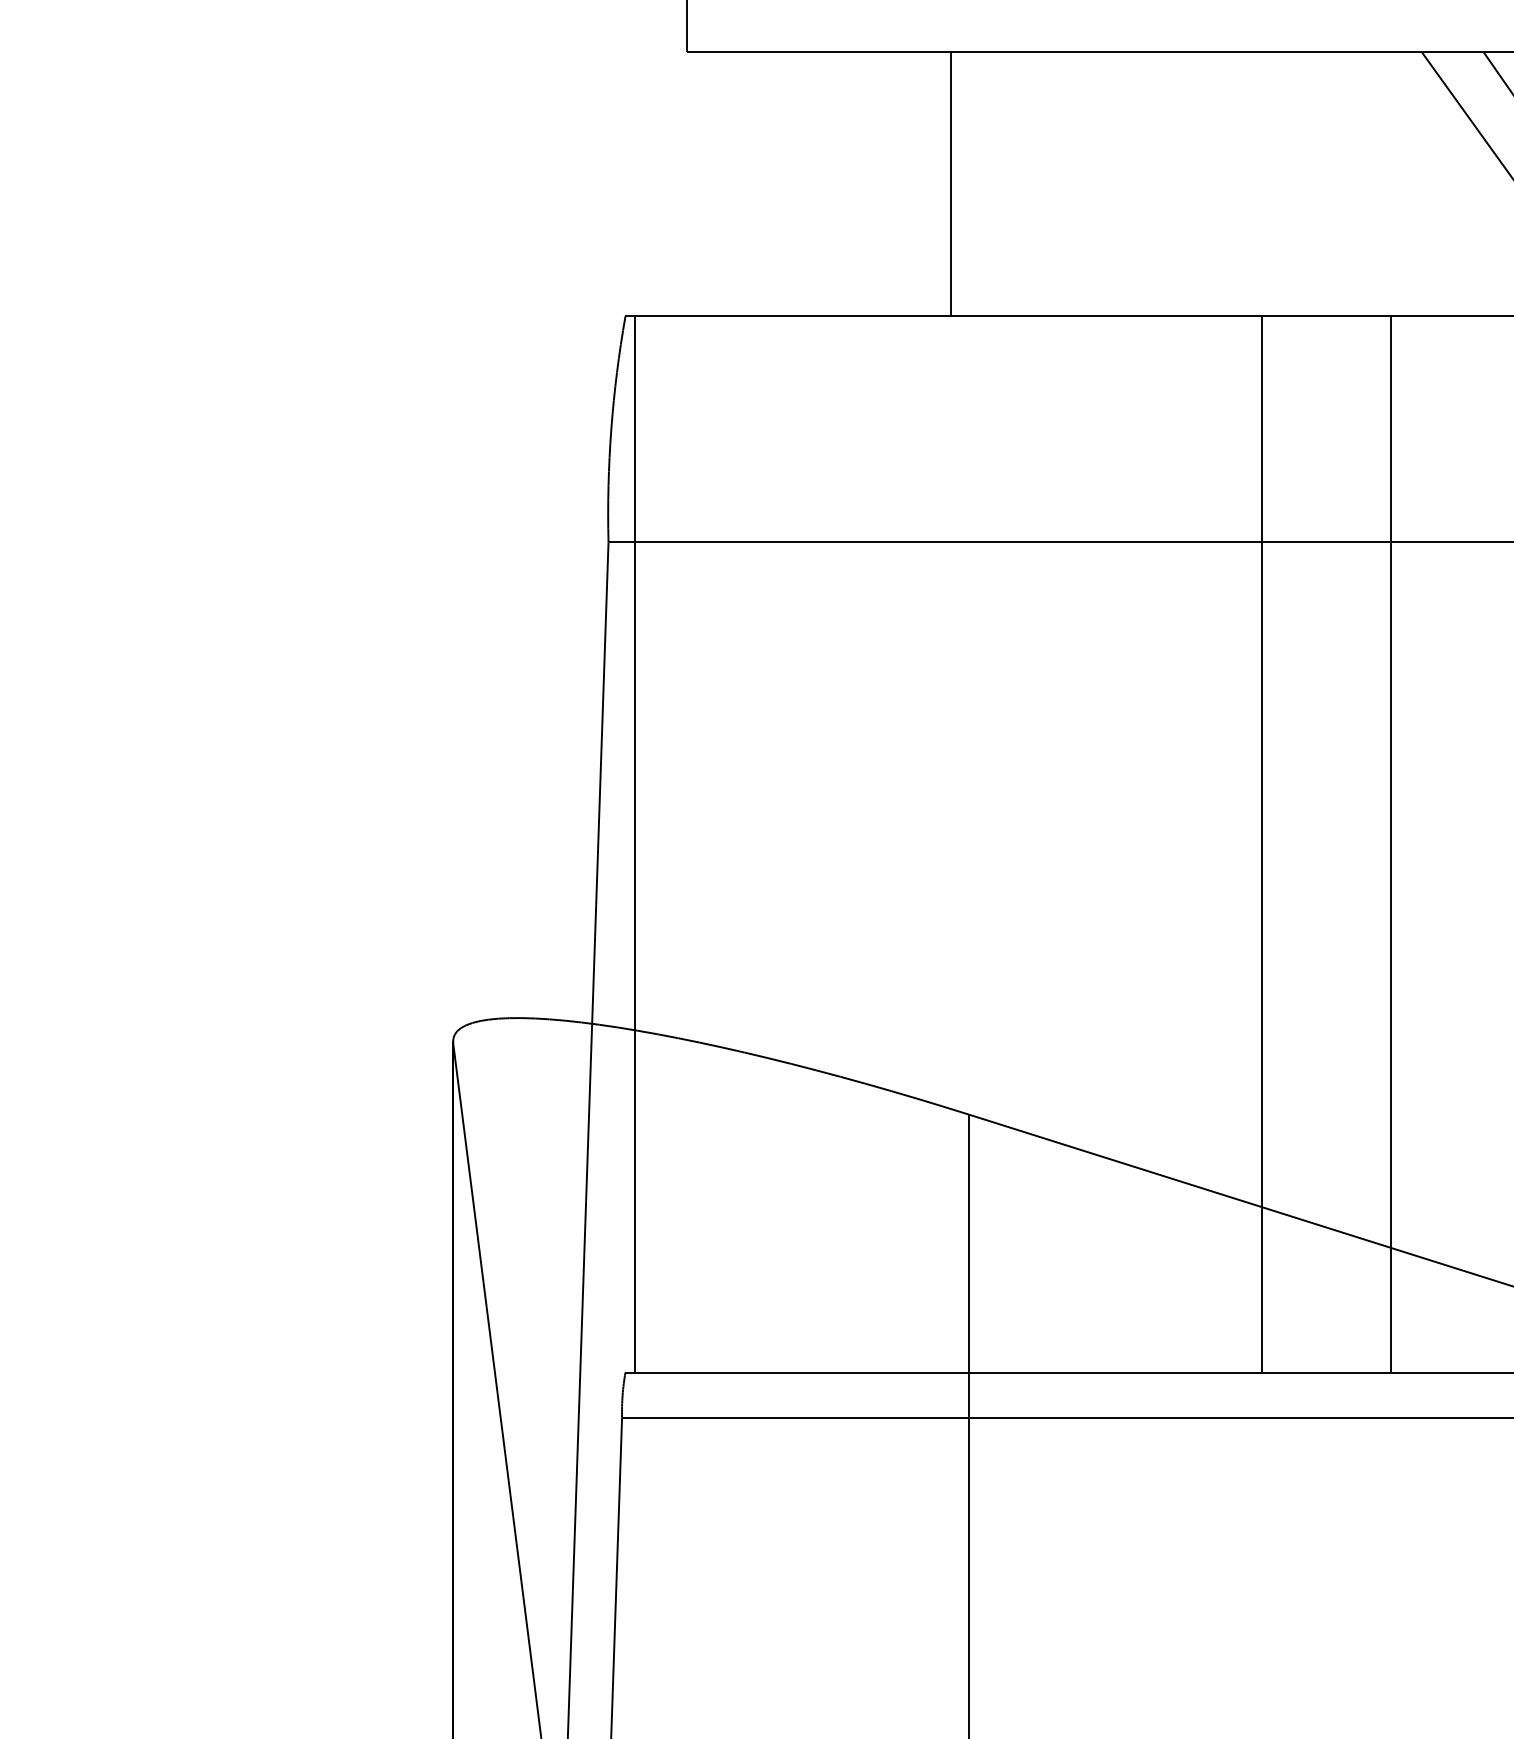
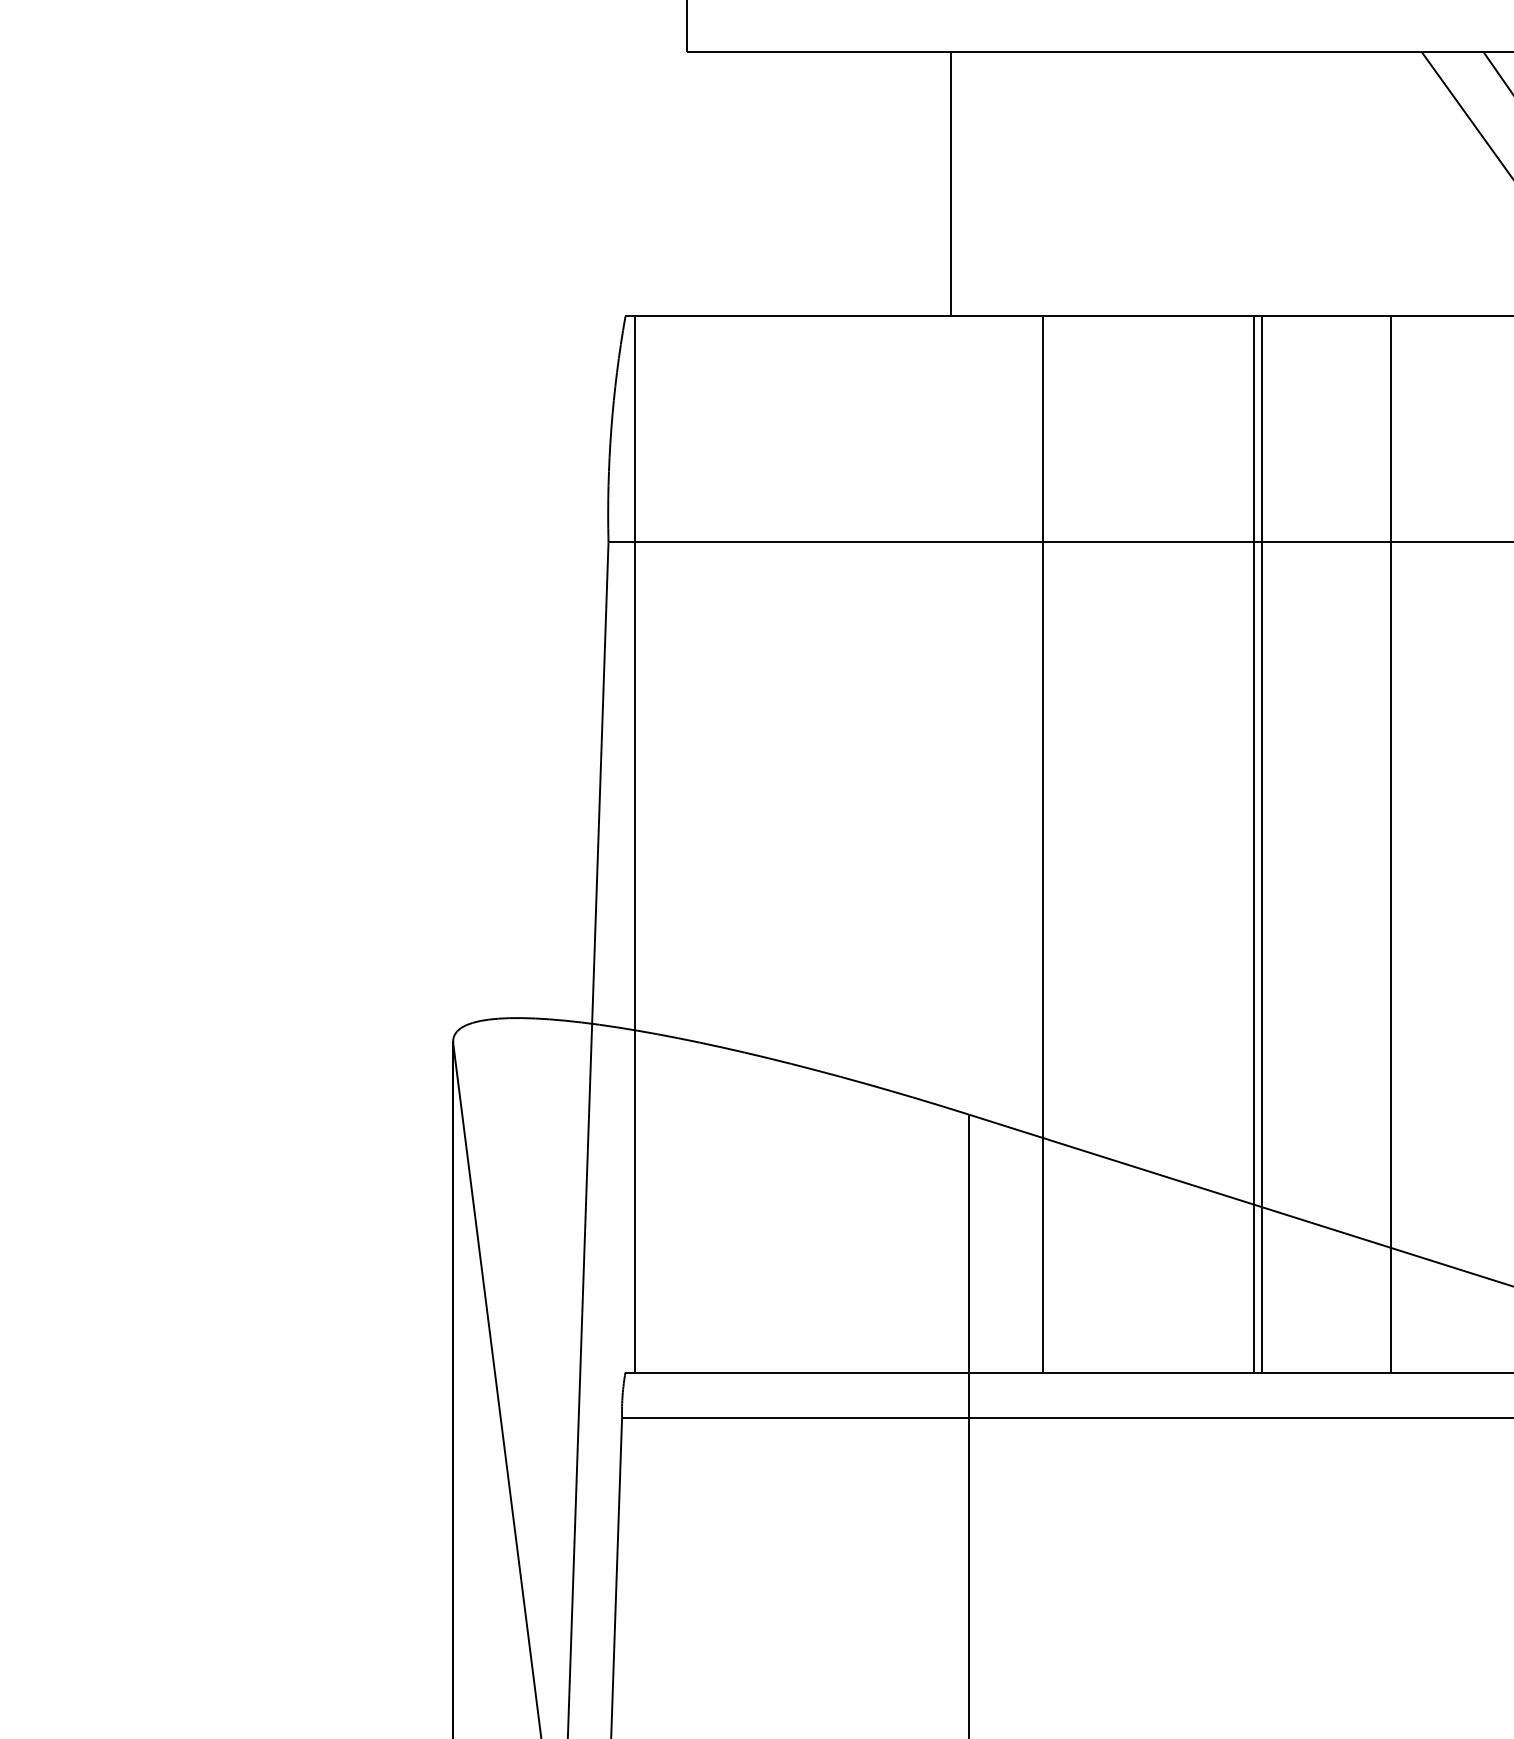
line at (1043, 844): none -> present
line at (1254, 844): none -> present
